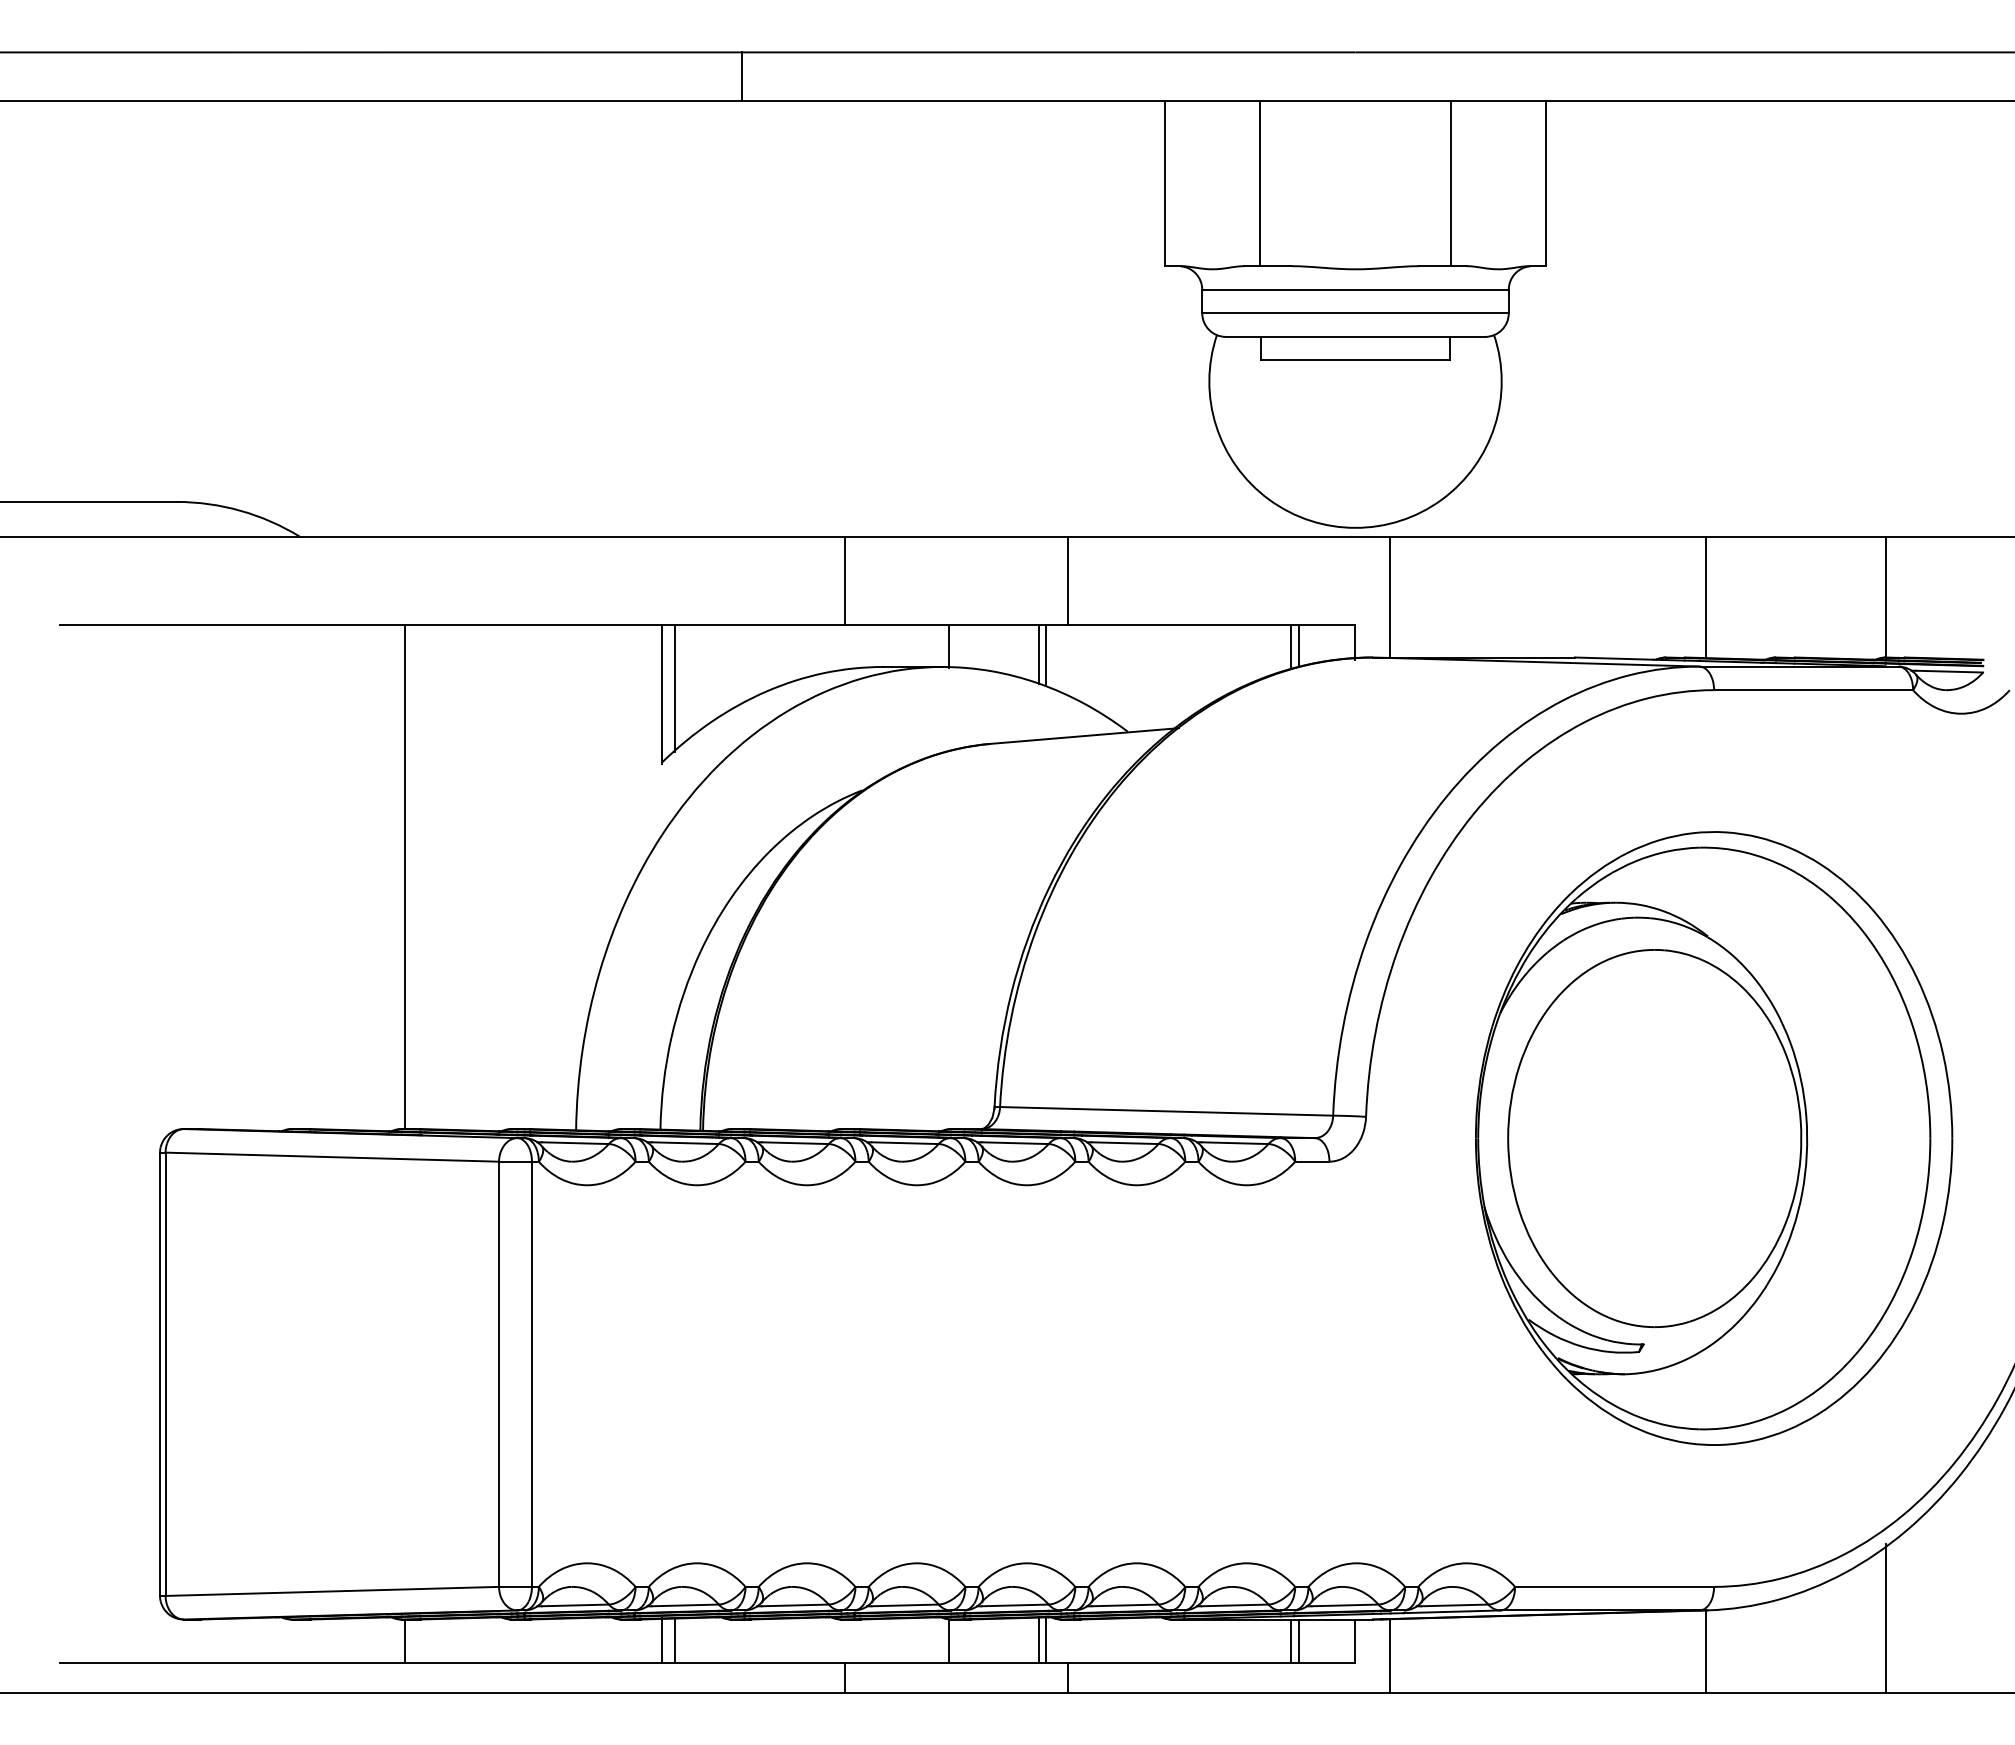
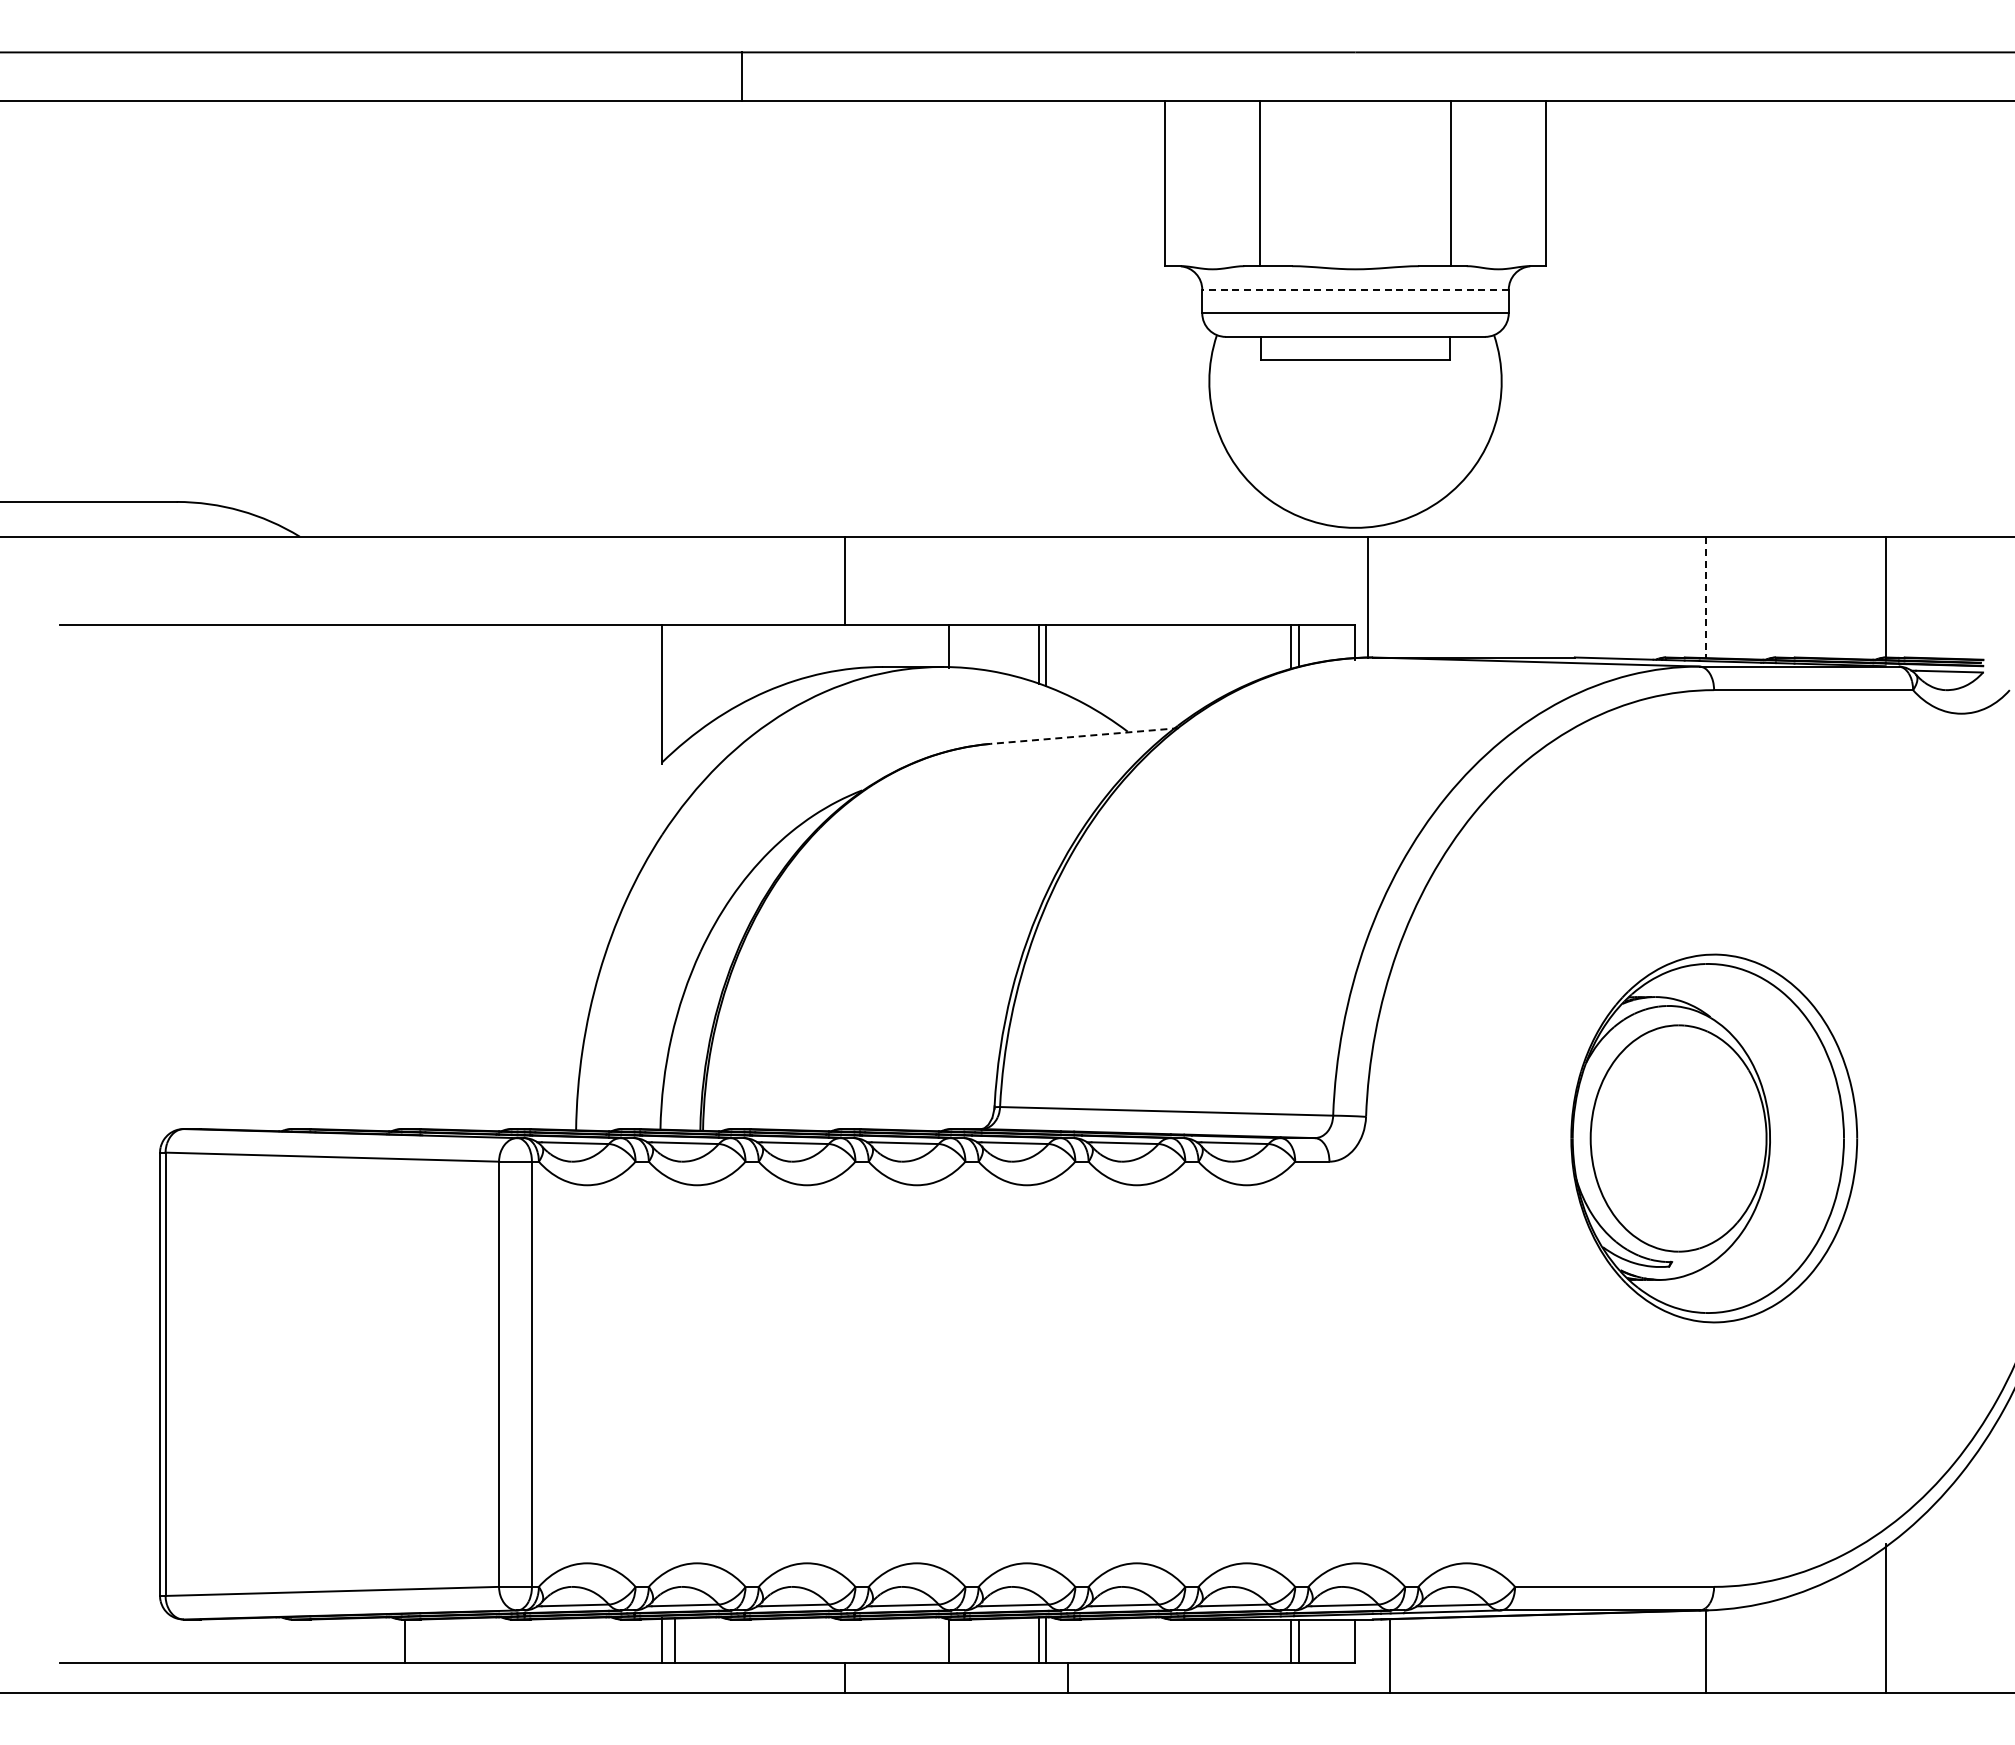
line at (1355, 289): solid -> dashed
line at (1068, 581): present -> none
line at (1389, 597) position: (1389, 597) -> (1367, 597)
line at (1706, 598): solid -> dashed
line at (674, 688): present -> none
line at (1084, 736): solid -> dashed
line at (405, 877): present -> none
part at (1714, 1138) size: 479x615 px -> 289x371 px
